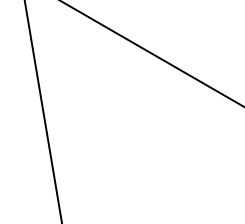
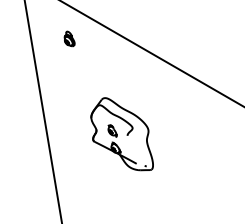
part at (69, 38): none -> present
part at (121, 134): none -> present
